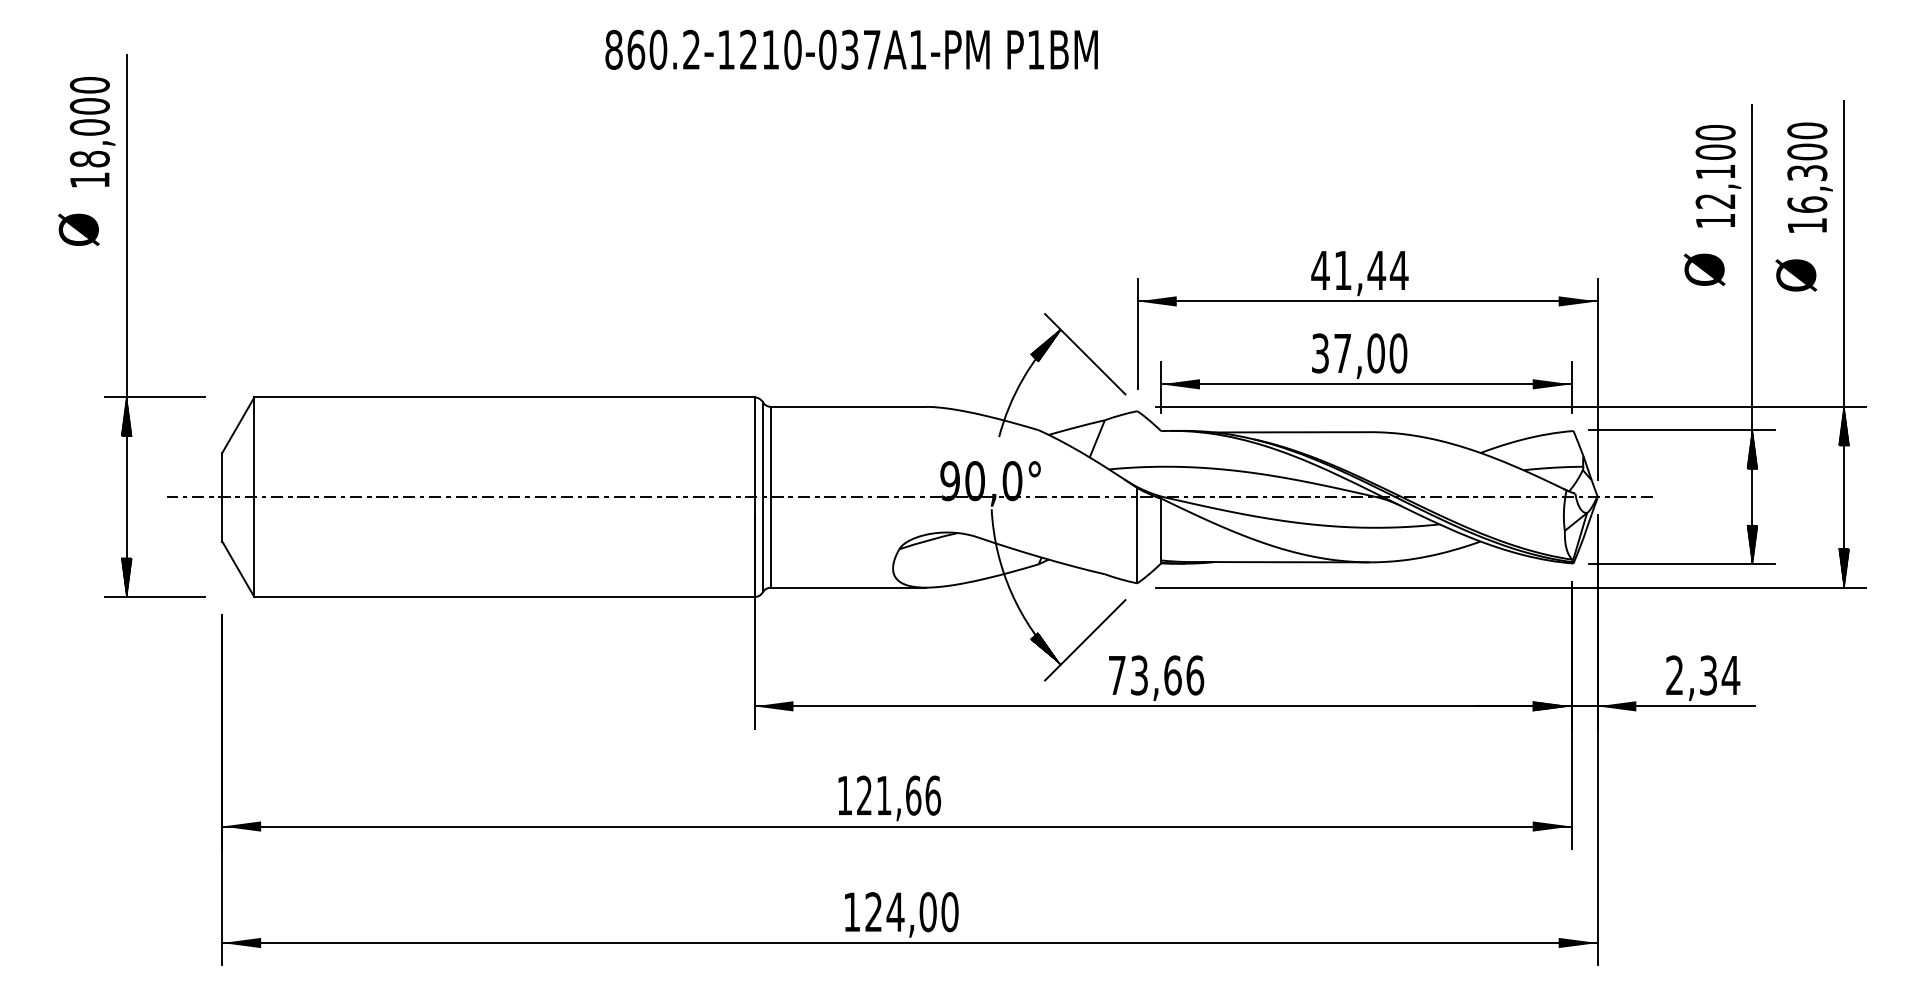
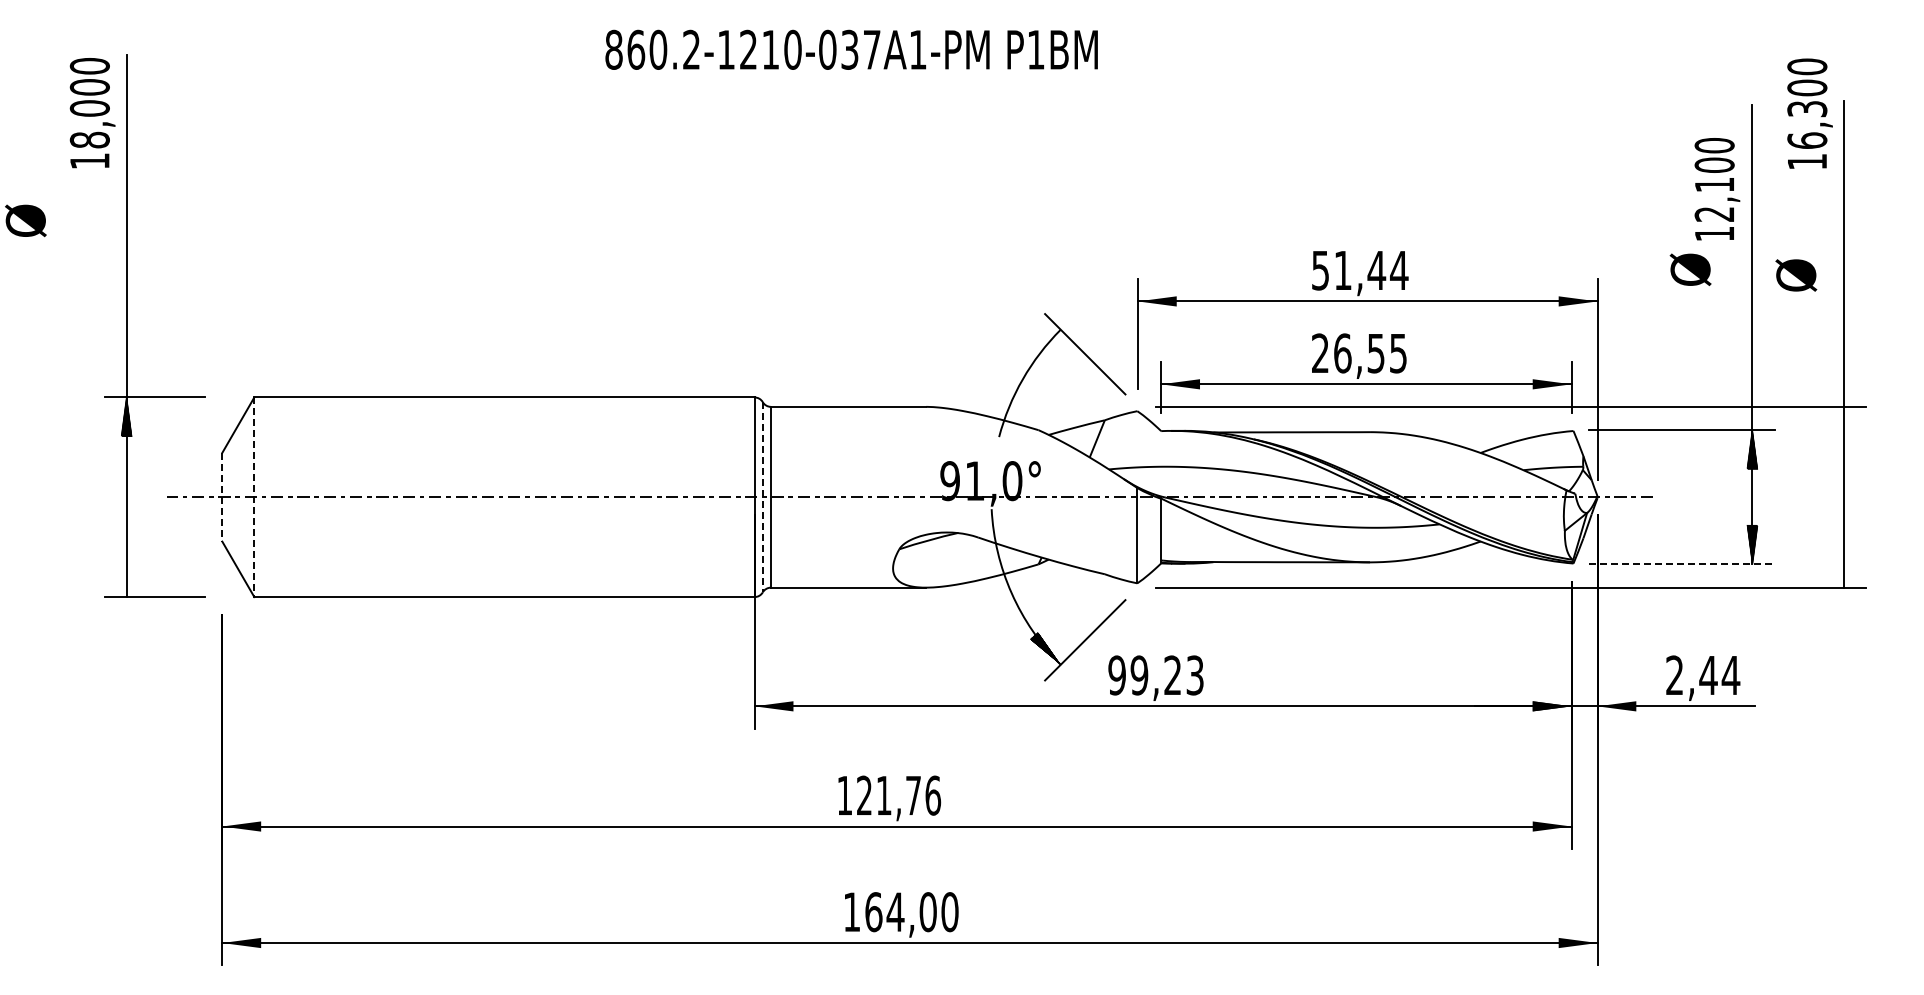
text at (92, 132) position: (92, 132) -> (92, 113)
text at (1718, 176) position: (1718, 176) -> (1717, 189)
text at (1809, 177) position: (1809, 177) -> (1809, 113)
text at (78, 229) position: (78, 229) -> (25, 220)
text at (1704, 269) position: (1704, 269) -> (1690, 269)
text at (1320, 270): 41,44 -> 51,44
hatch at (1045, 345): present -> none
text at (1359, 353): 37,00 -> 26,55
hatch at (1844, 425): present -> none
text at (974, 481): 90,0° -> 91,0°
line at (222, 497): solid -> dashed
line at (254, 497): solid -> dashed
line at (762, 497): solid -> dashed
line at (1681, 564): solid -> dashed
hatch at (1844, 567): present -> none
hatch at (126, 577): present -> none
text at (1156, 675): 73,66 -> 99,23
text at (1708, 675): 2,34 -> 2,44
text at (913, 795): 121,66 -> 121,76
text at (873, 912): 124,00 -> 164,00
